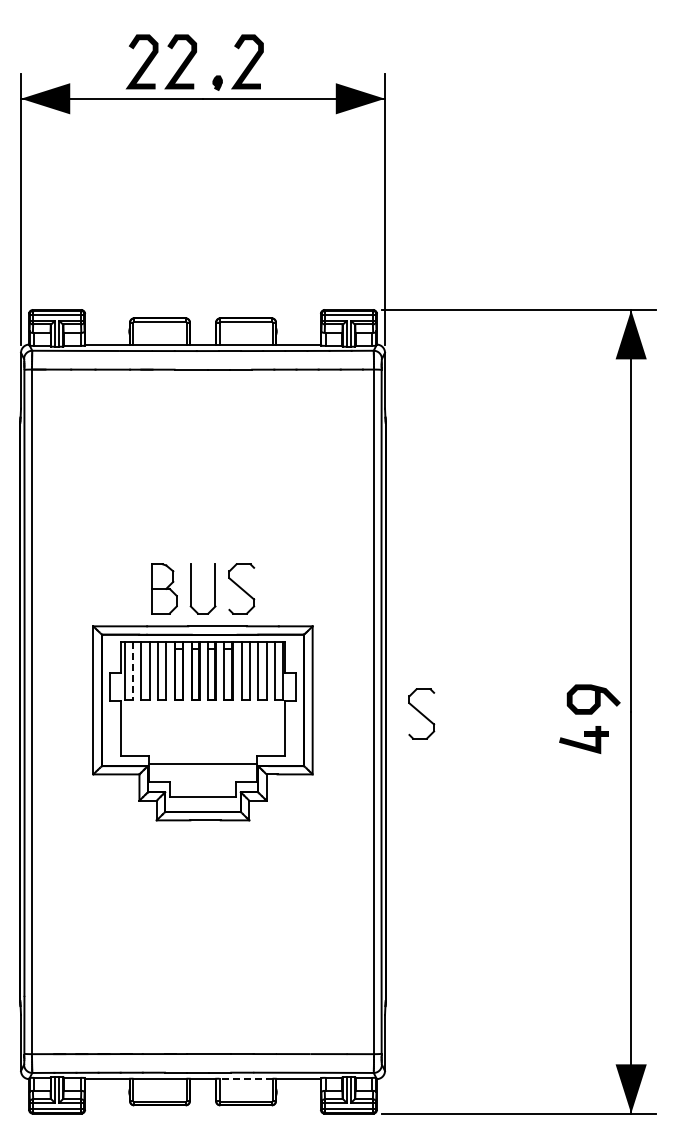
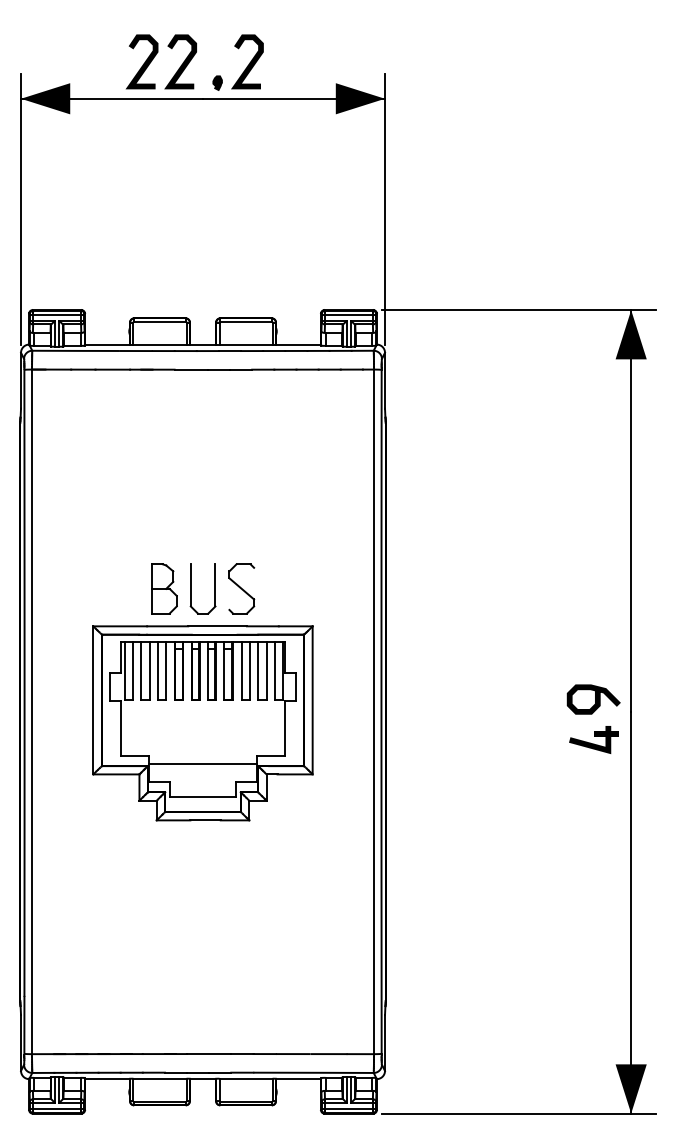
line at (132, 670): dashed -> solid
part at (421, 713): present -> none
part at (583, 739) position: (583, 739) -> (593, 739)
line at (246, 1078): dashed -> solid
